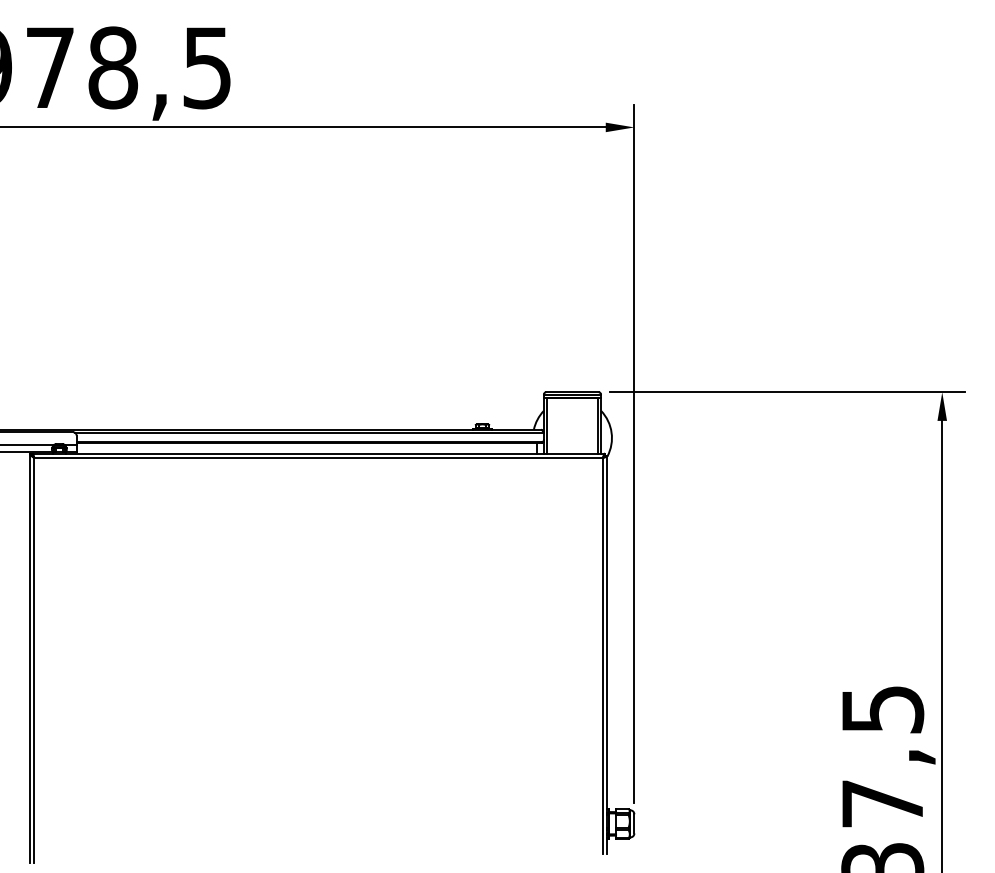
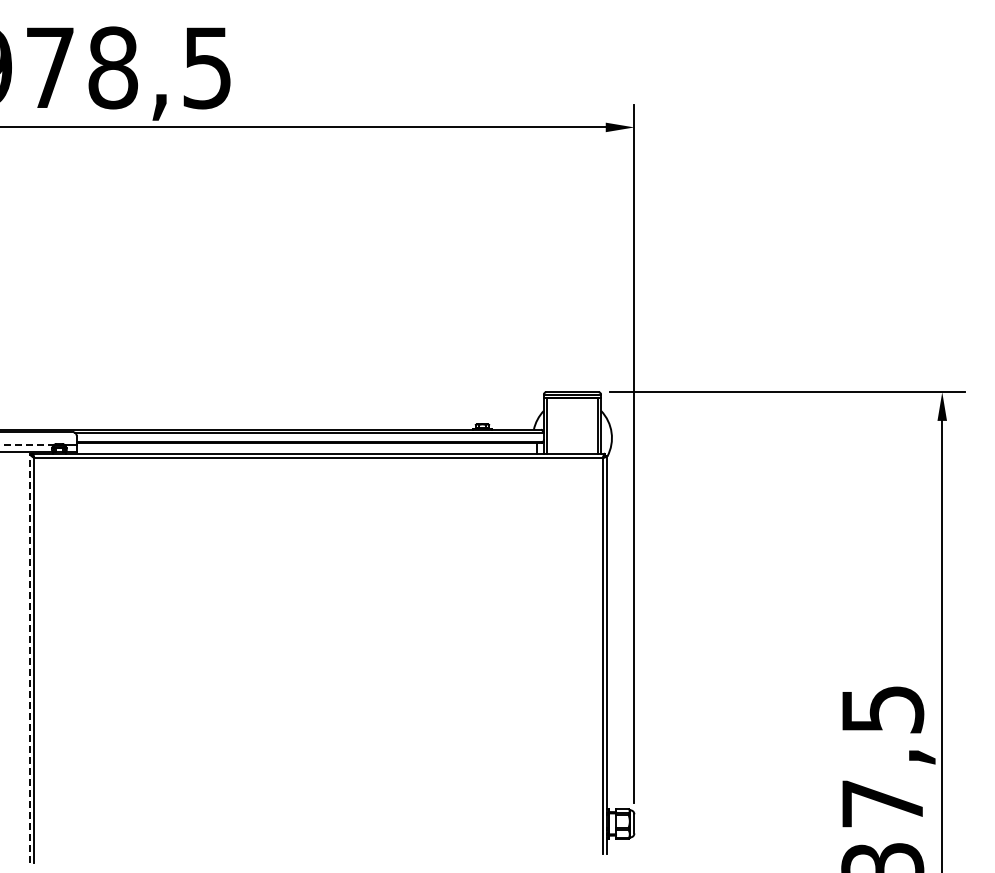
line at (27, 444): solid -> dashed
line at (29, 658): solid -> dashed
